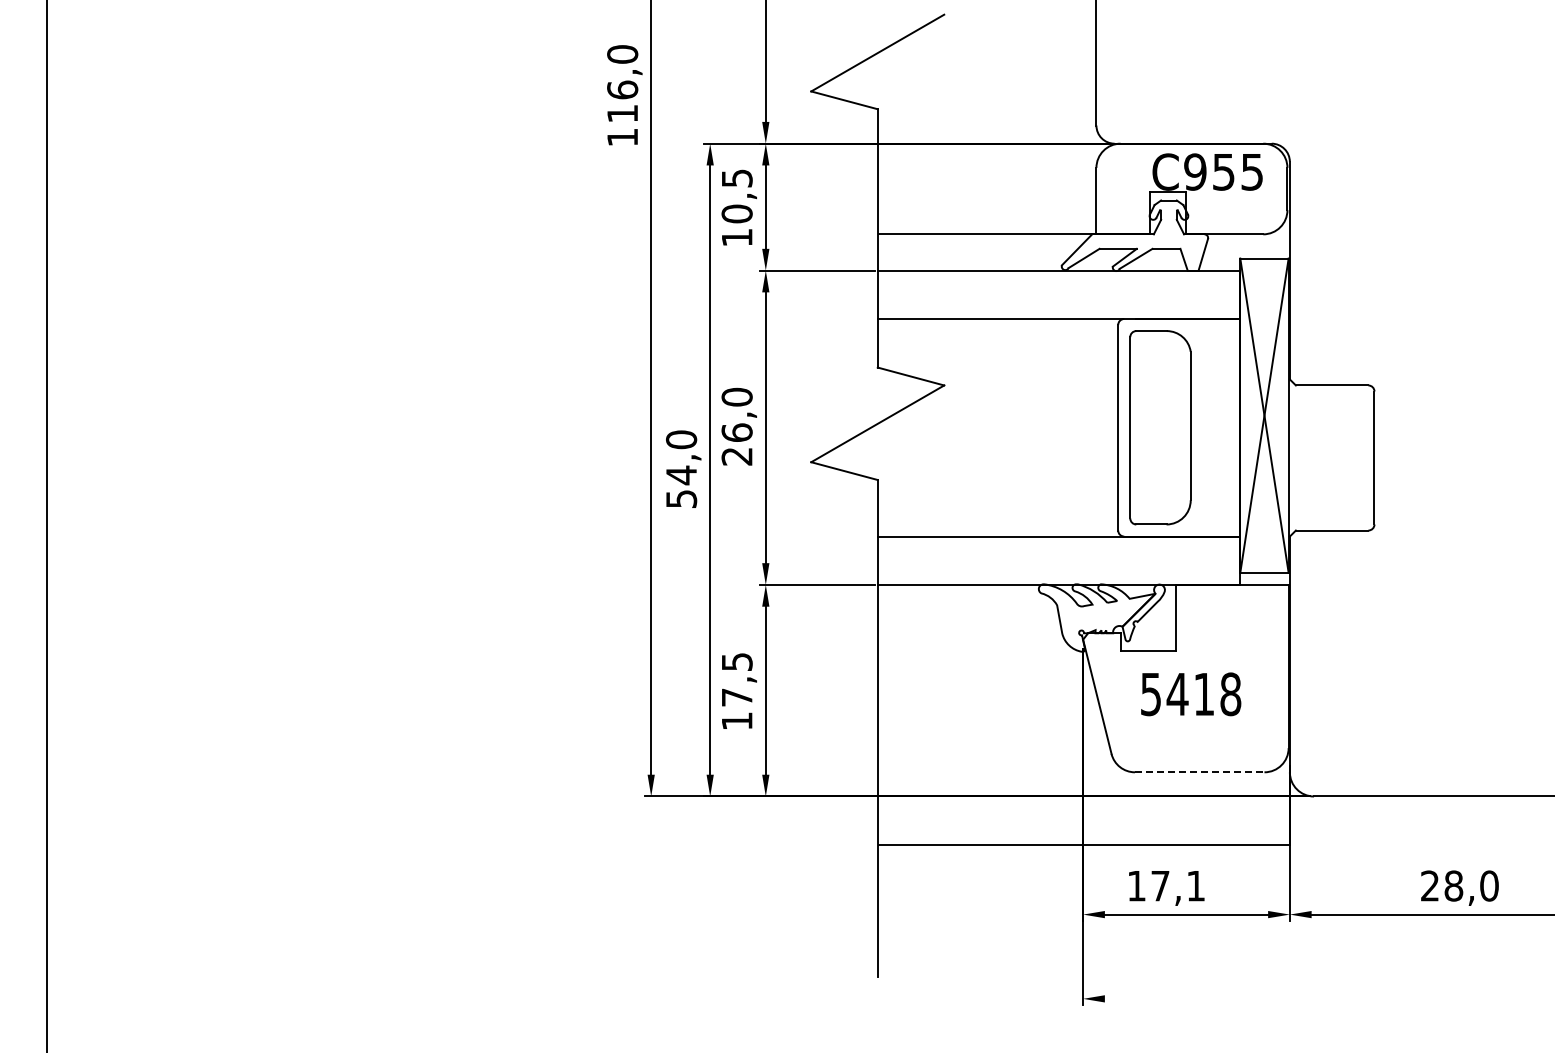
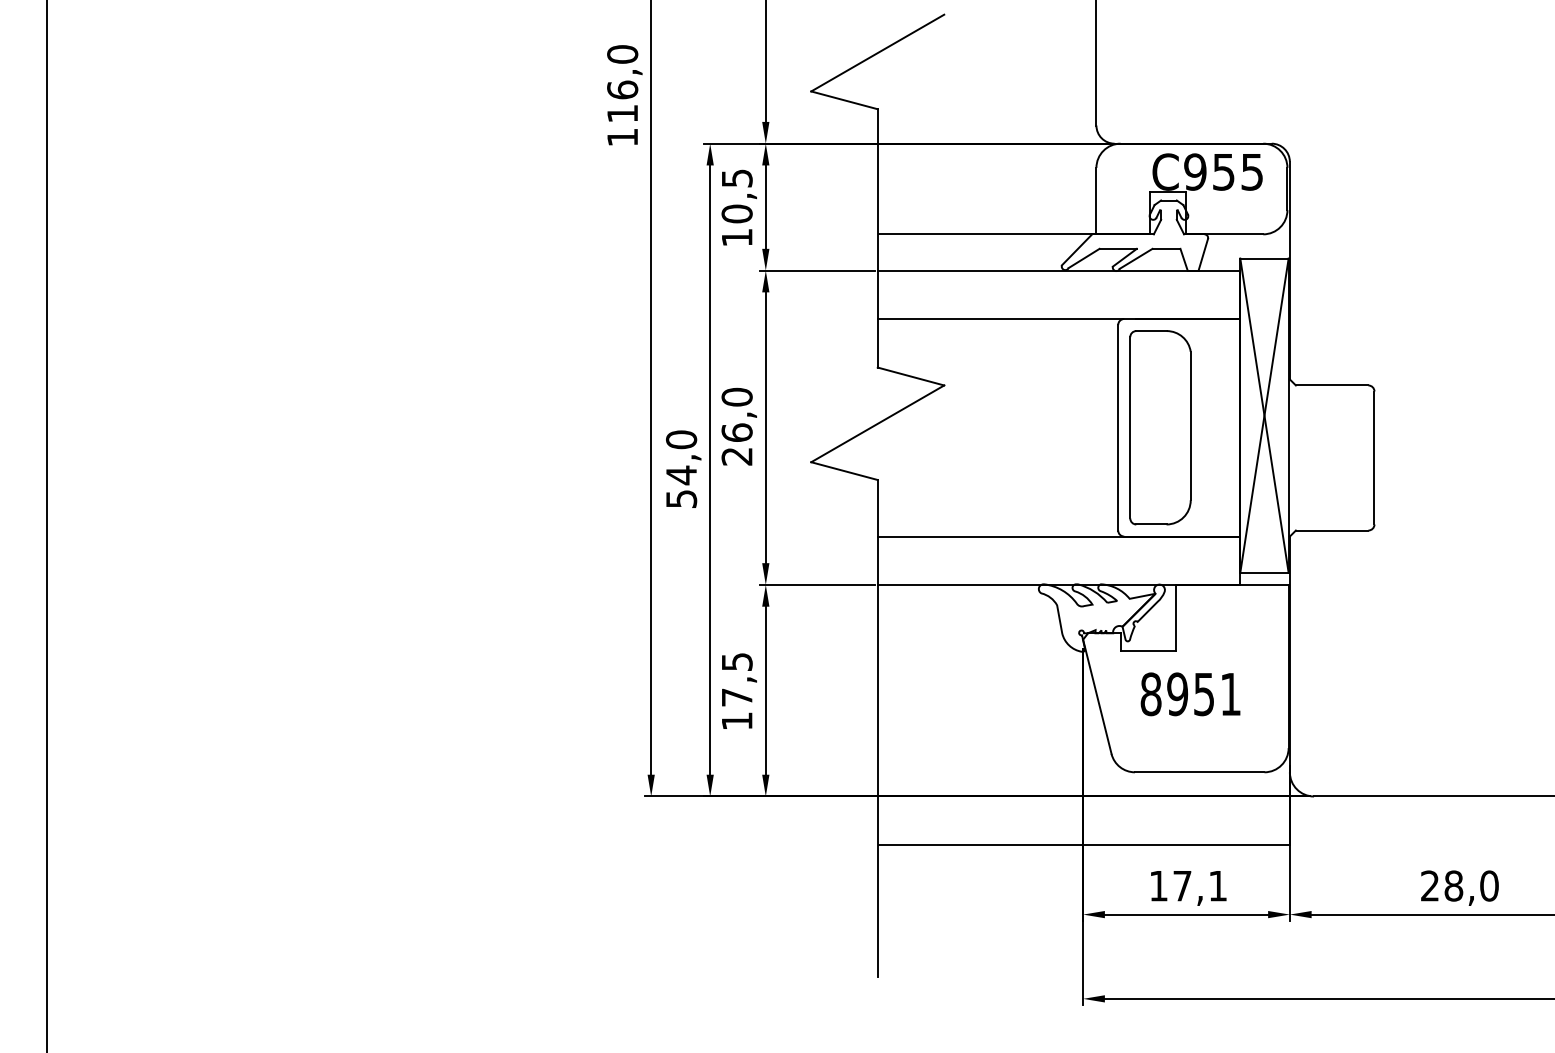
text at (1190, 694): 5418 -> 8951
line at (1199, 772): dashed -> solid
text at (1166, 888) position: (1166, 888) -> (1188, 888)
line at (1327, 998): none -> present
